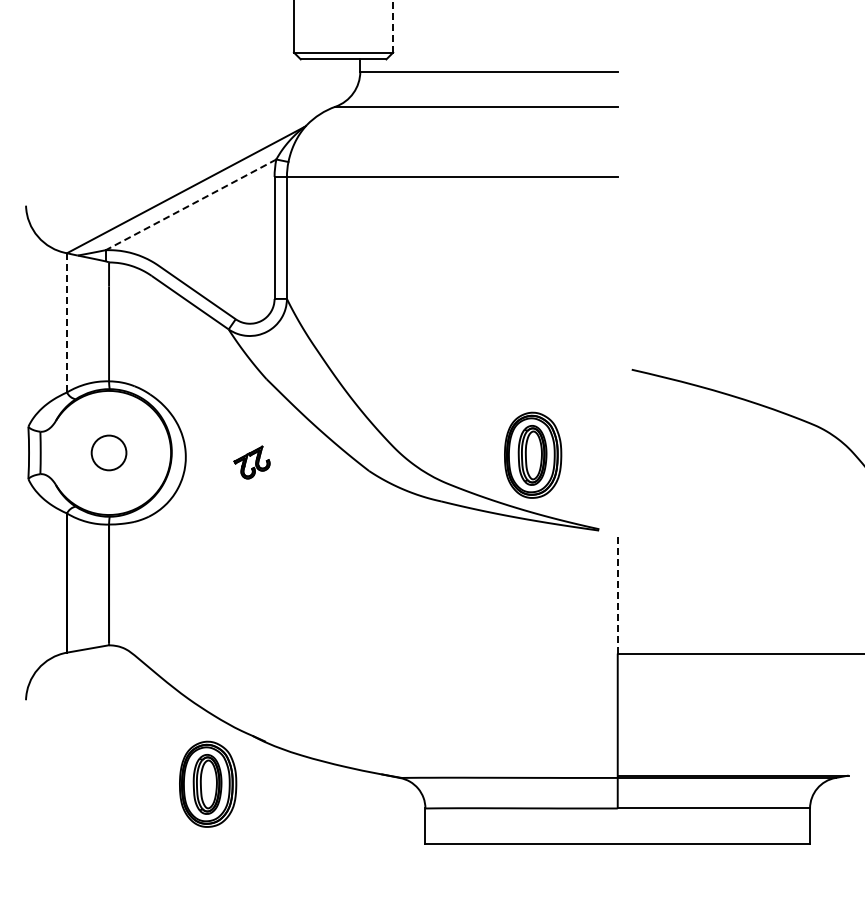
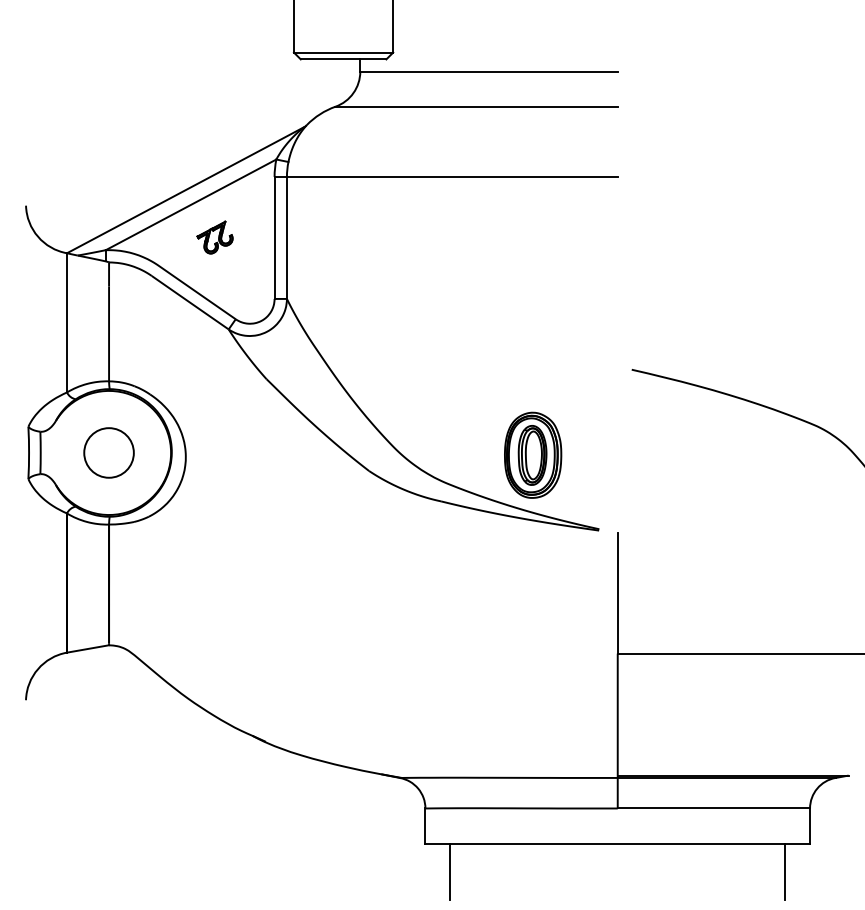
line at (393, 25): dashed -> solid
line at (191, 204): dashed -> solid
line at (67, 322): dashed -> solid
circle at (108, 452) diameter: 35 px -> 50 px
part at (251, 462) position: (251, 462) -> (214, 237)
line at (617, 592): dashed -> solid
part at (208, 783): present -> none
line at (450, 871): none -> present
line at (785, 871): none -> present
